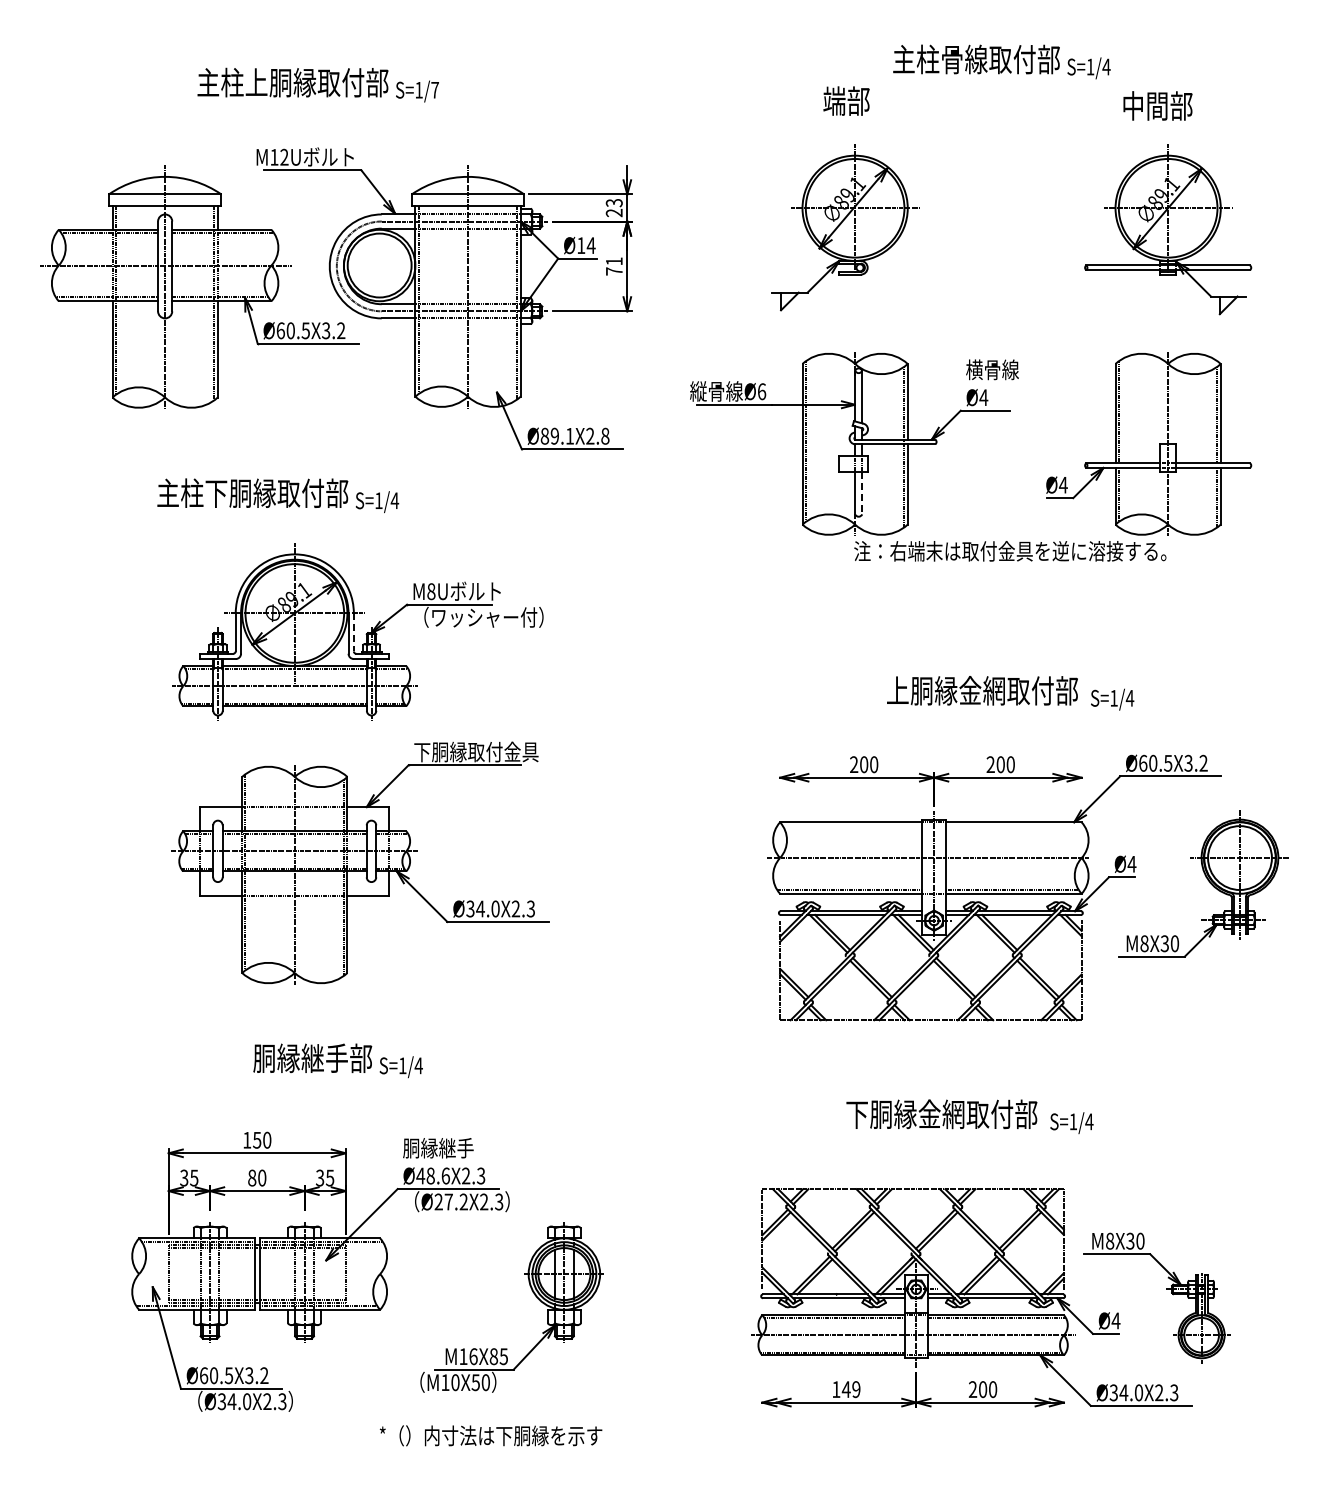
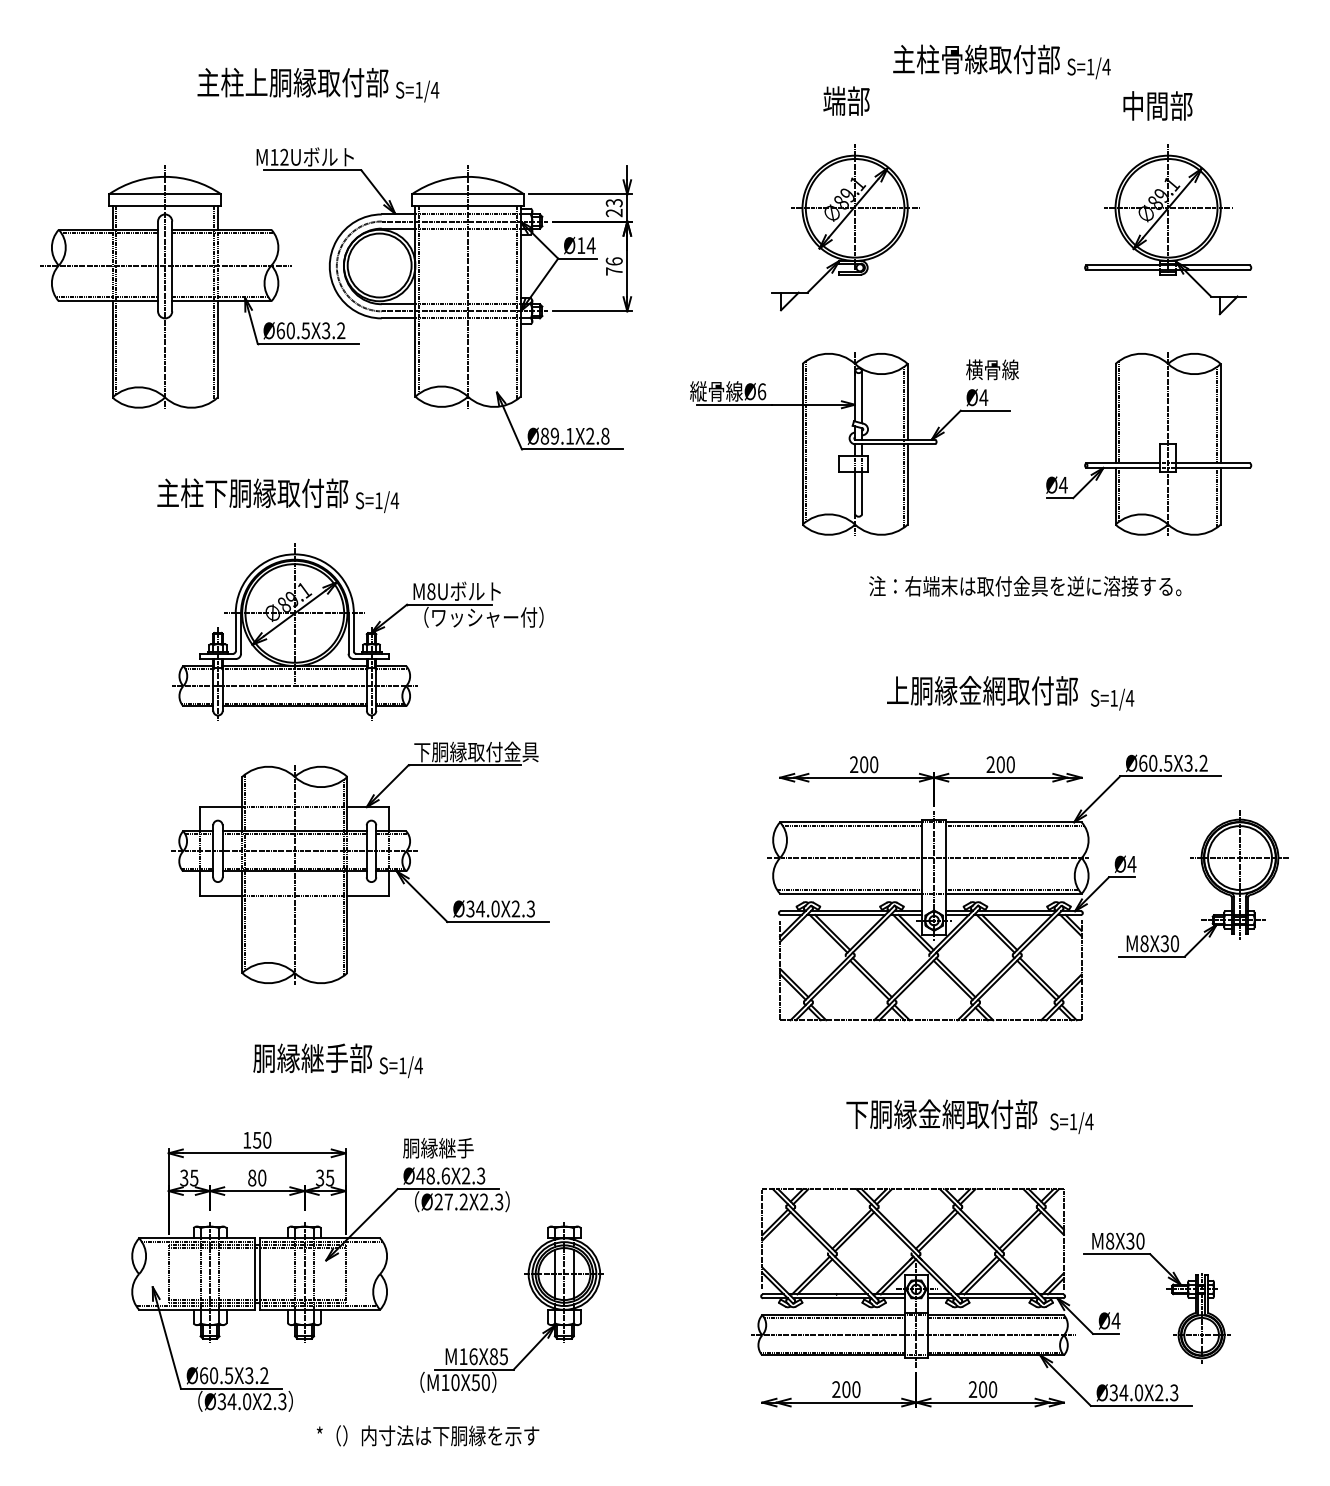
text at (434, 90): S=1/7 -> S=1/4
text at (613, 261): 71 -> 76
line at (862, 493): dashed -> solid
text at (1010, 551) position: (1010, 551) -> (1025, 586)
line at (353, 632): dashed -> solid
line at (852, 826): none -> present
line at (1014, 826): none -> present
text at (846, 1389): 149 -> 200
text at (490, 1435) position: (490, 1435) -> (427, 1435)
